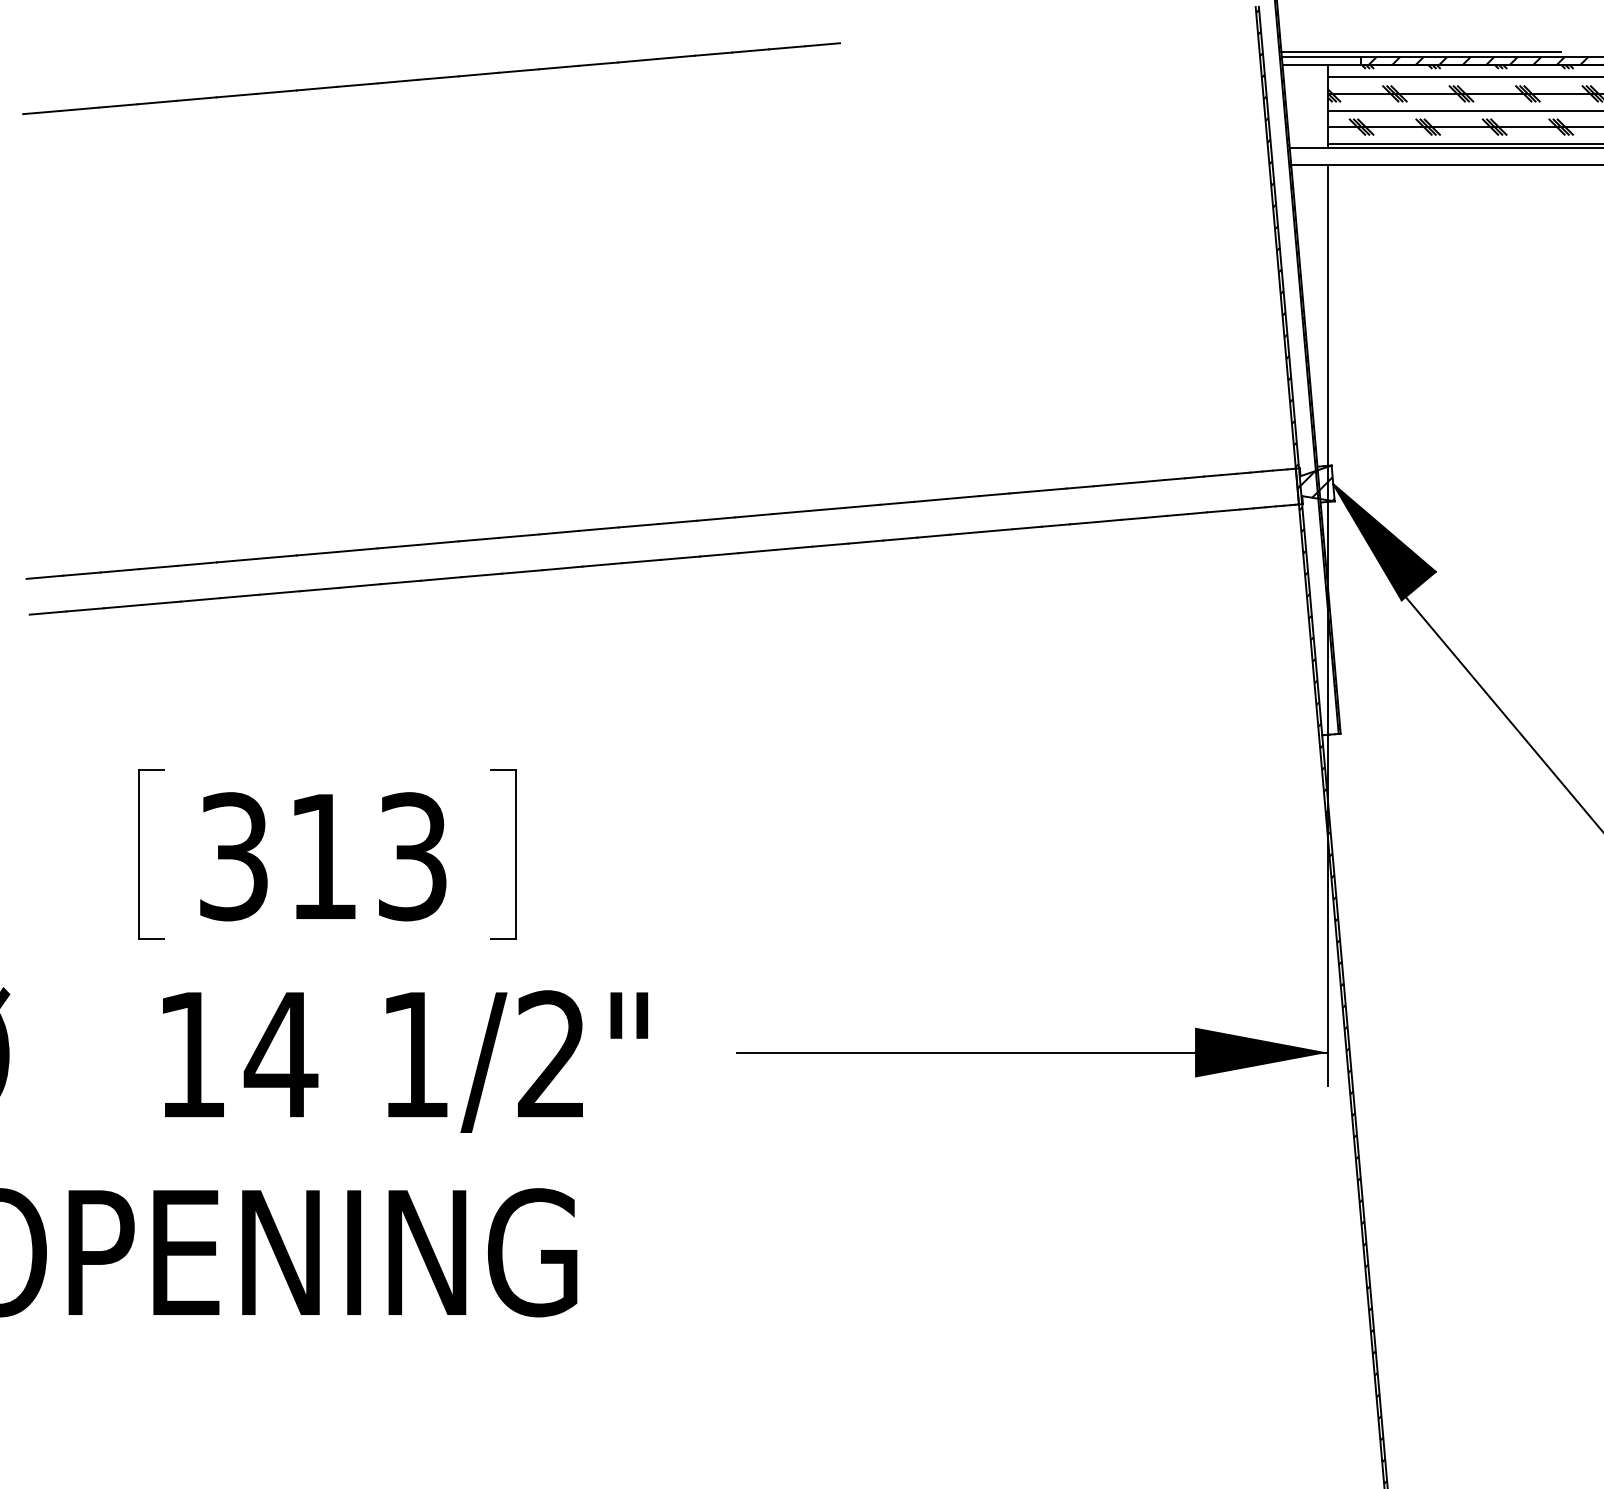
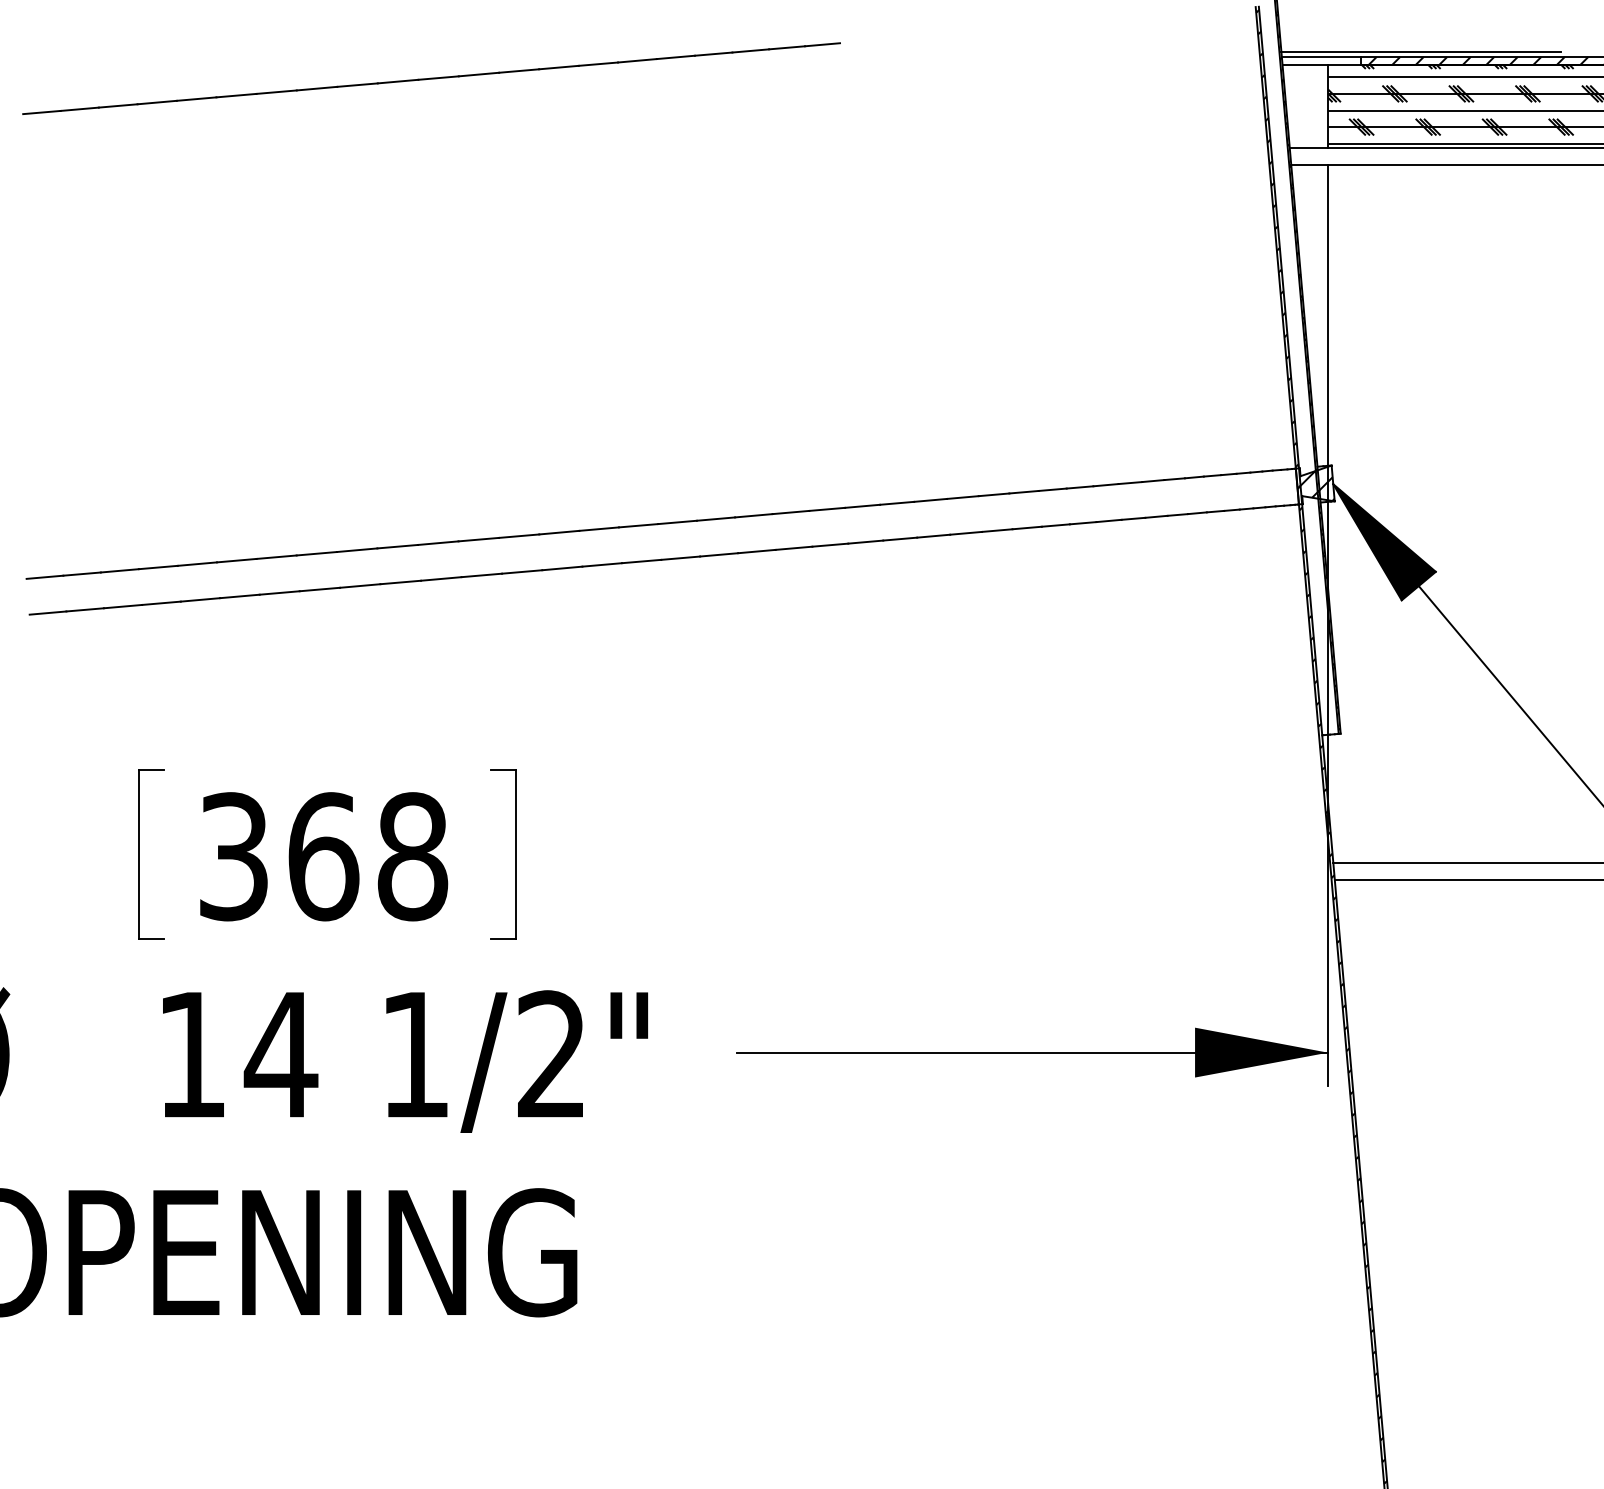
line at (1502, 713) position: (1502, 713) -> (1509, 694)
text at (368, 856): 313 -> 368
line at (1466, 863): none -> present
line at (1467, 879): none -> present
